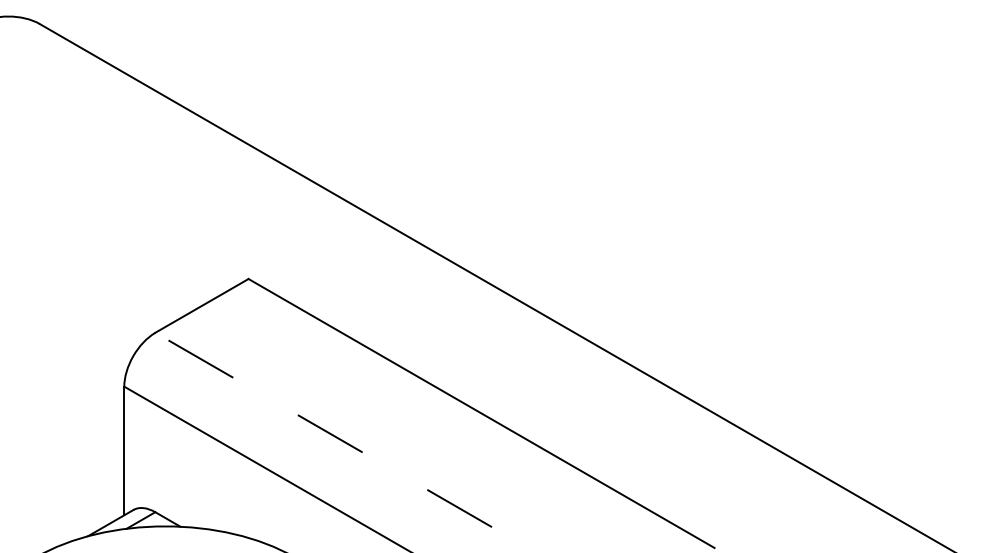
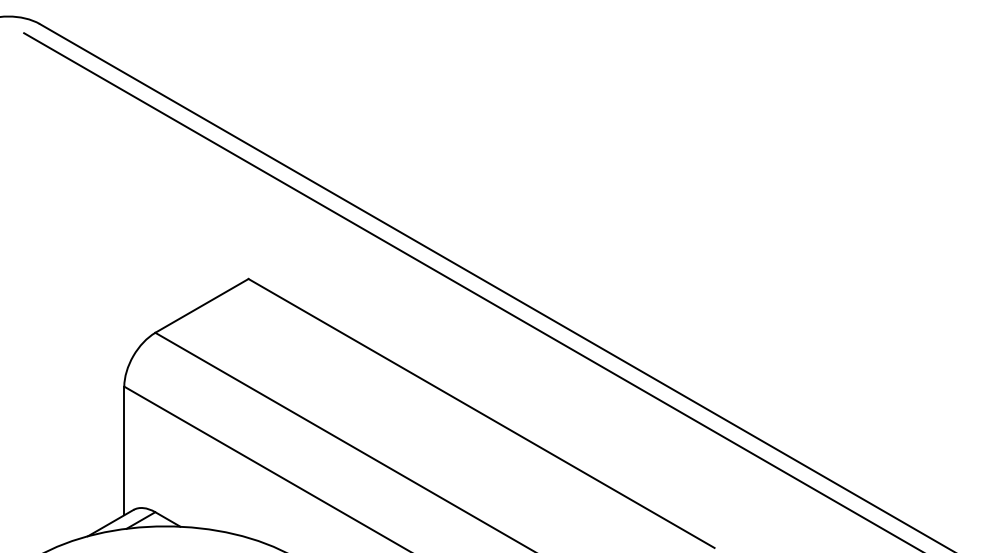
line at (471, 291): none -> present
line at (345, 442): dashed -> solid
